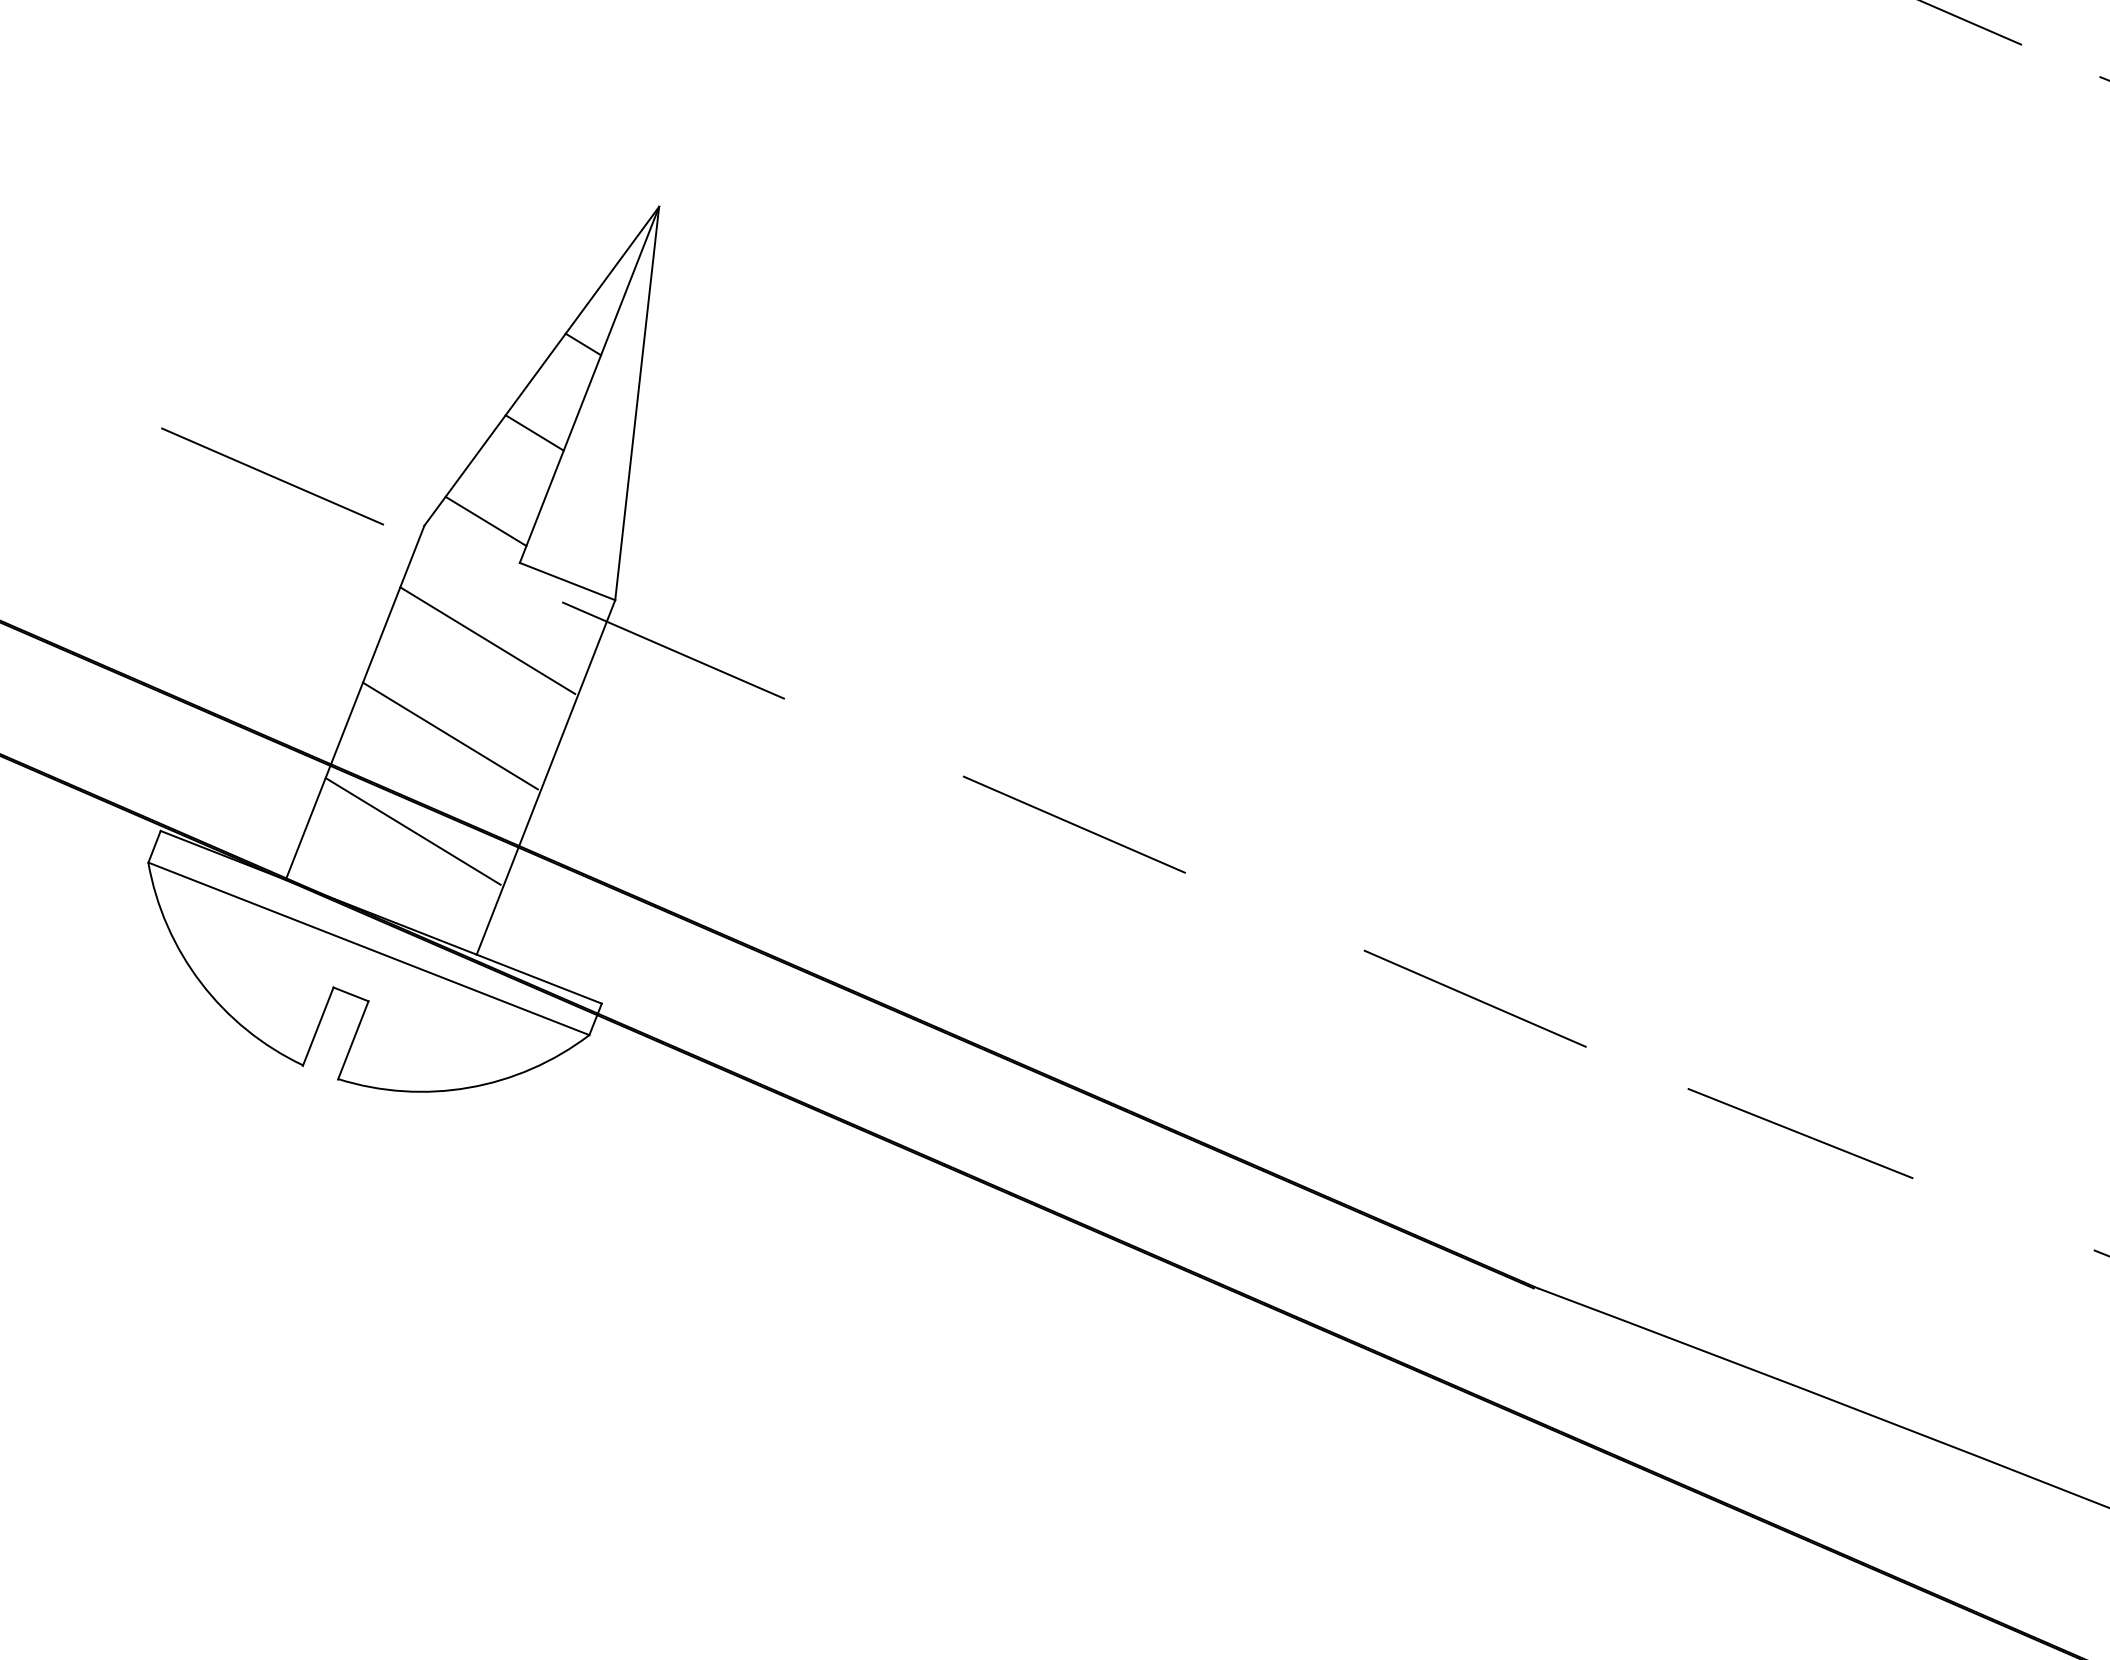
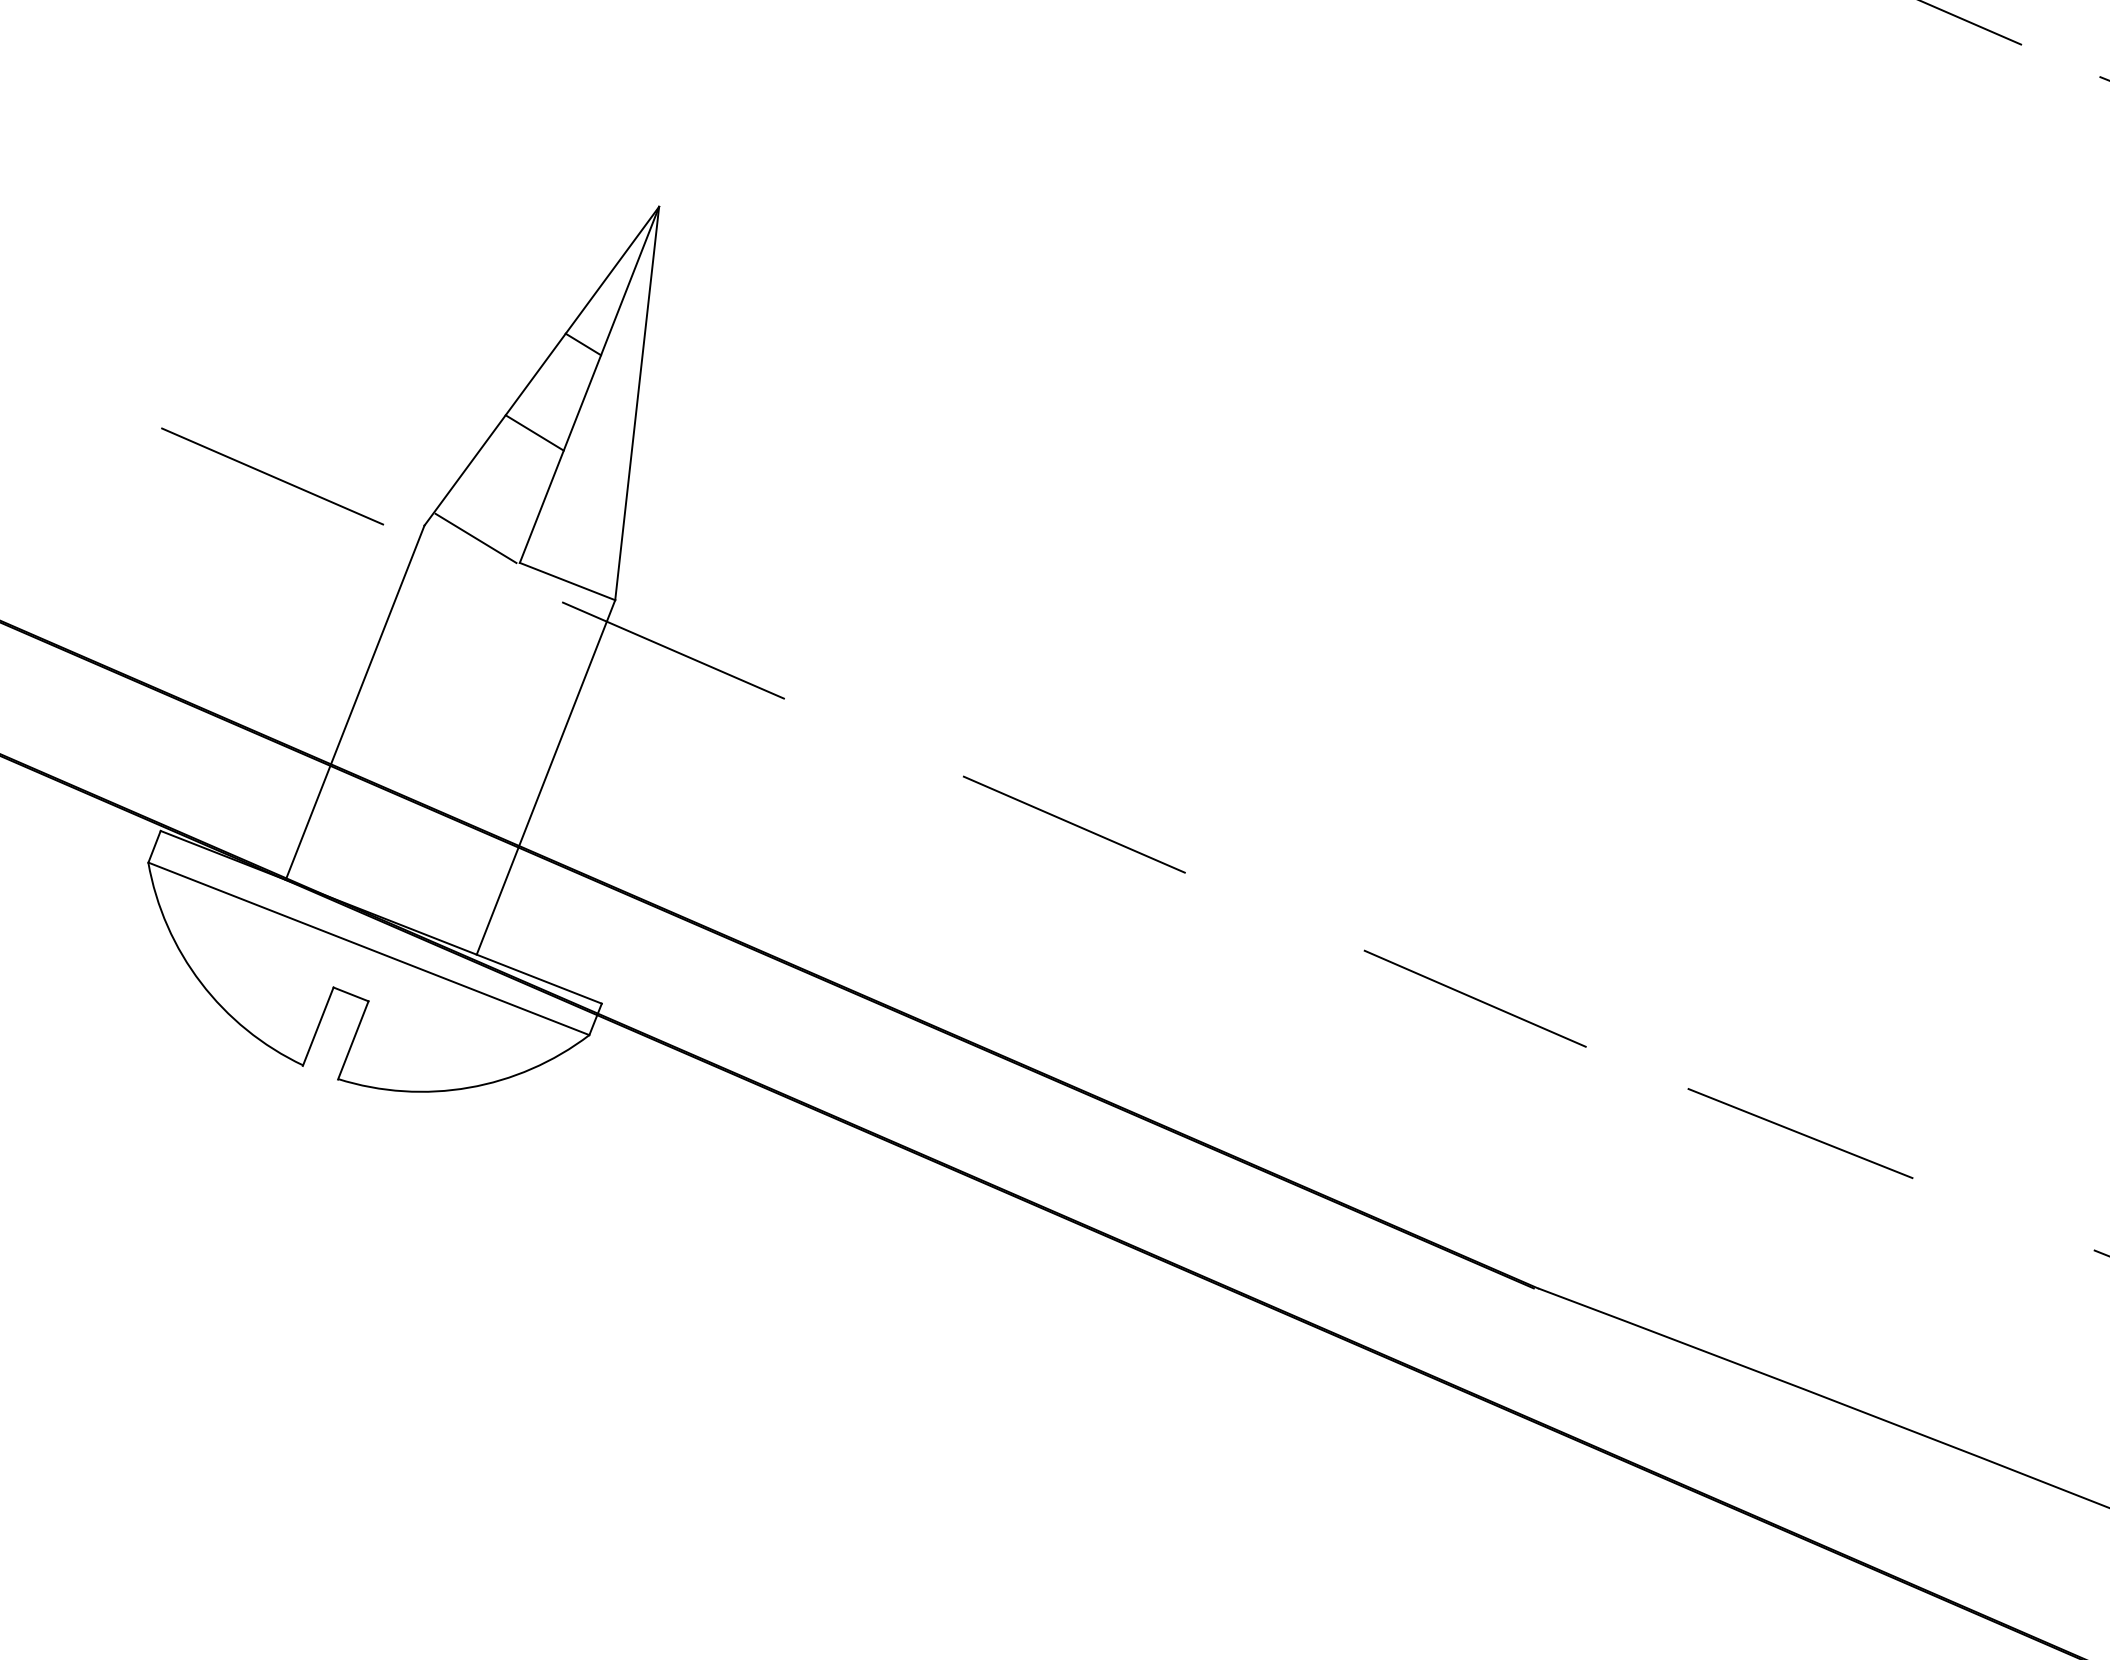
line at (485, 521) position: (485, 521) -> (475, 538)
line at (487, 640): present -> none
line at (450, 735): present -> none
line at (412, 831): present -> none
